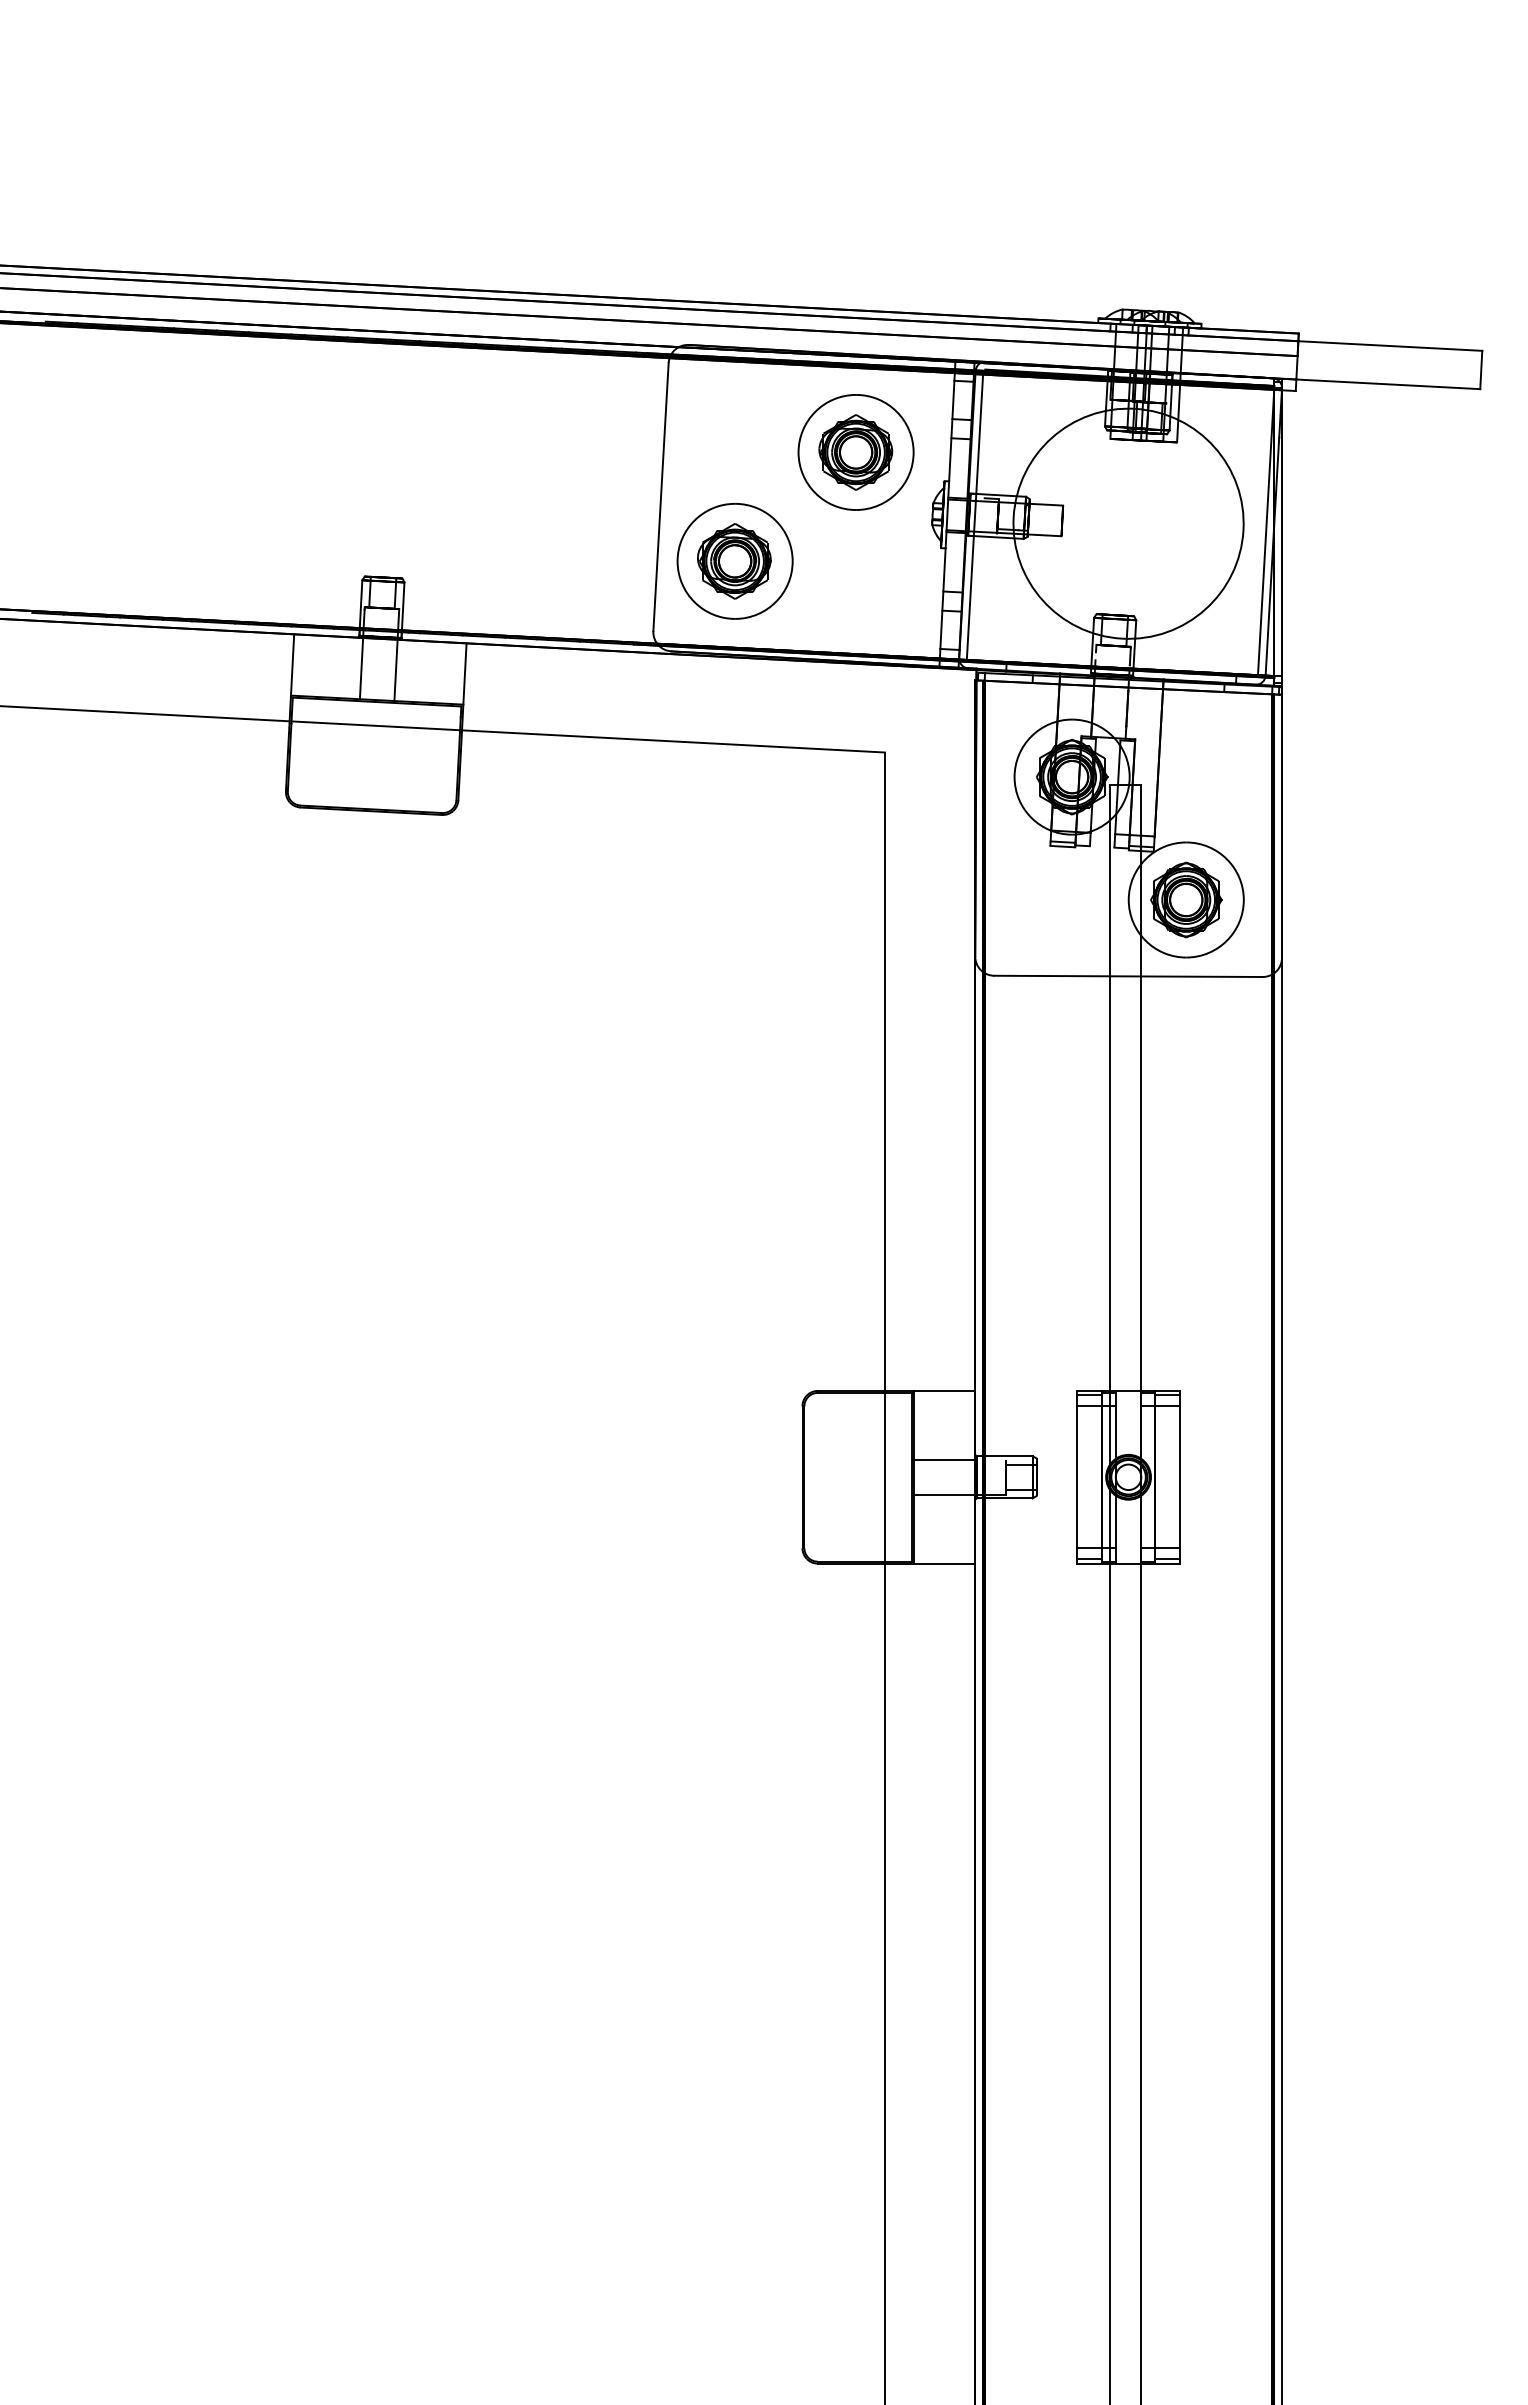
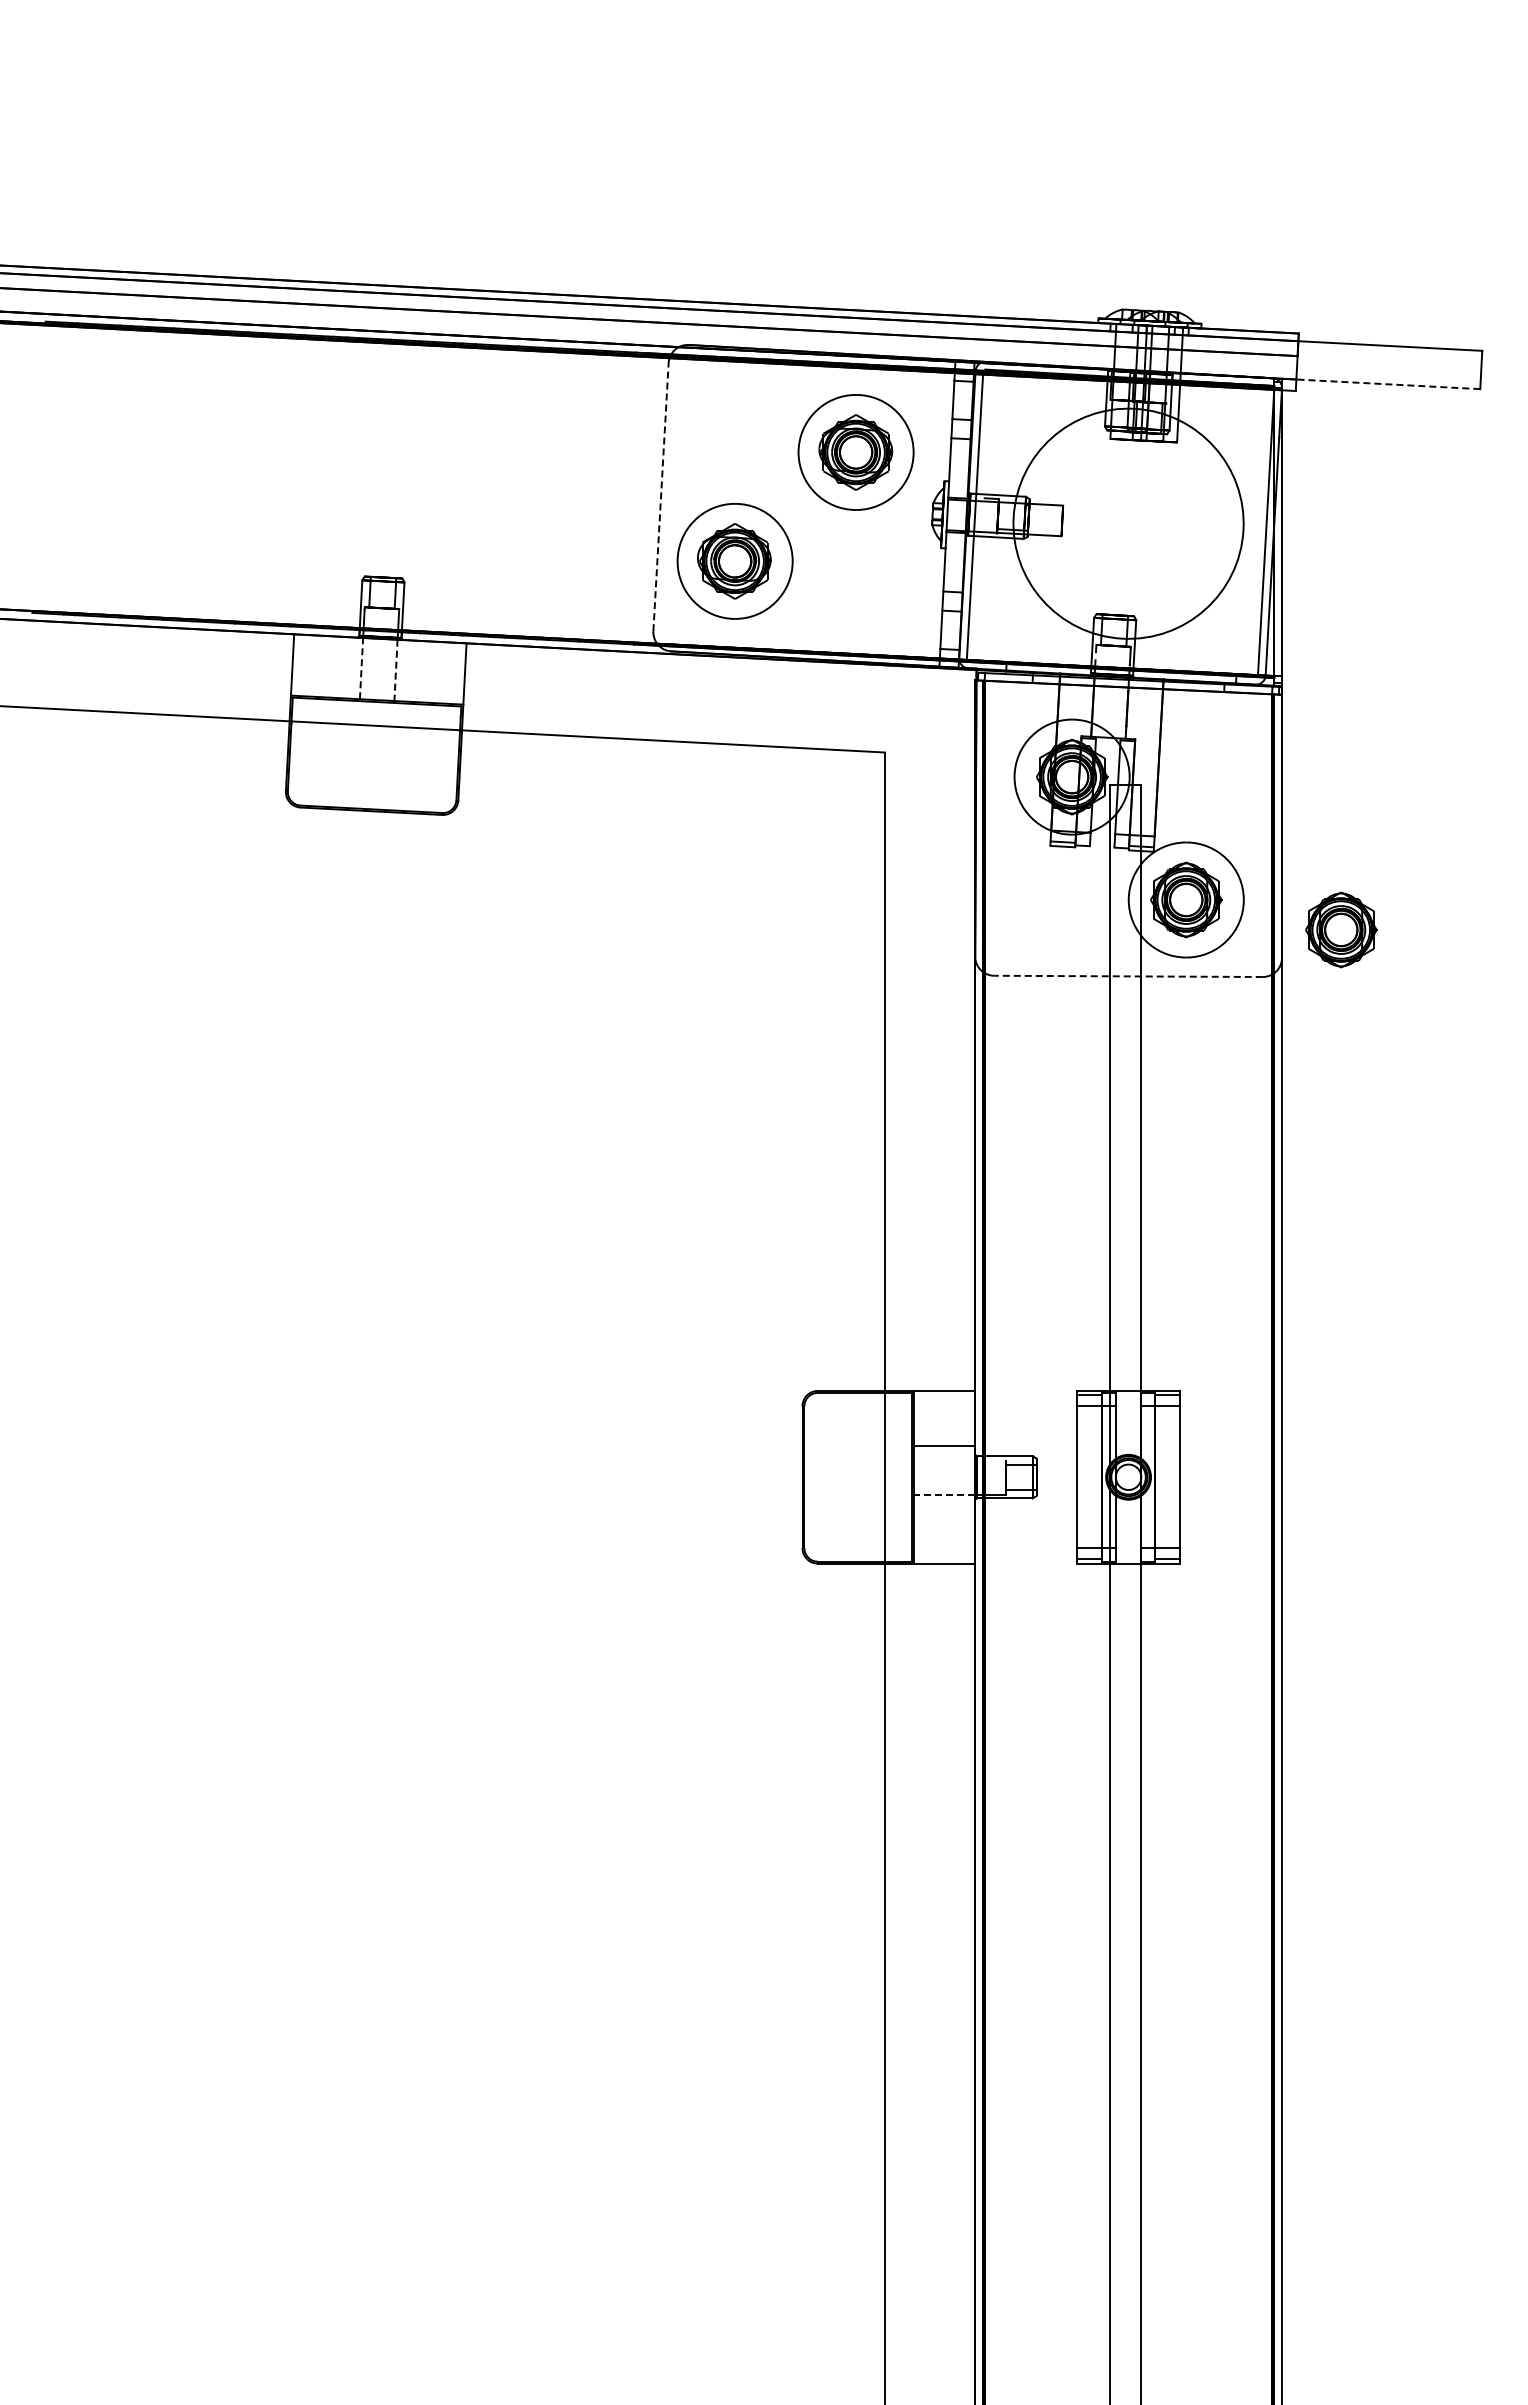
line at (1387, 384): solid -> dashed
line at (661, 496): solid -> dashed
line at (361, 668): solid -> dashed
line at (396, 670): solid -> dashed
part at (1341, 929): none -> present
line at (1128, 976): solid -> dashed
line at (944, 1460) position: (944, 1460) -> (944, 1446)
line at (944, 1494): solid -> dashed
